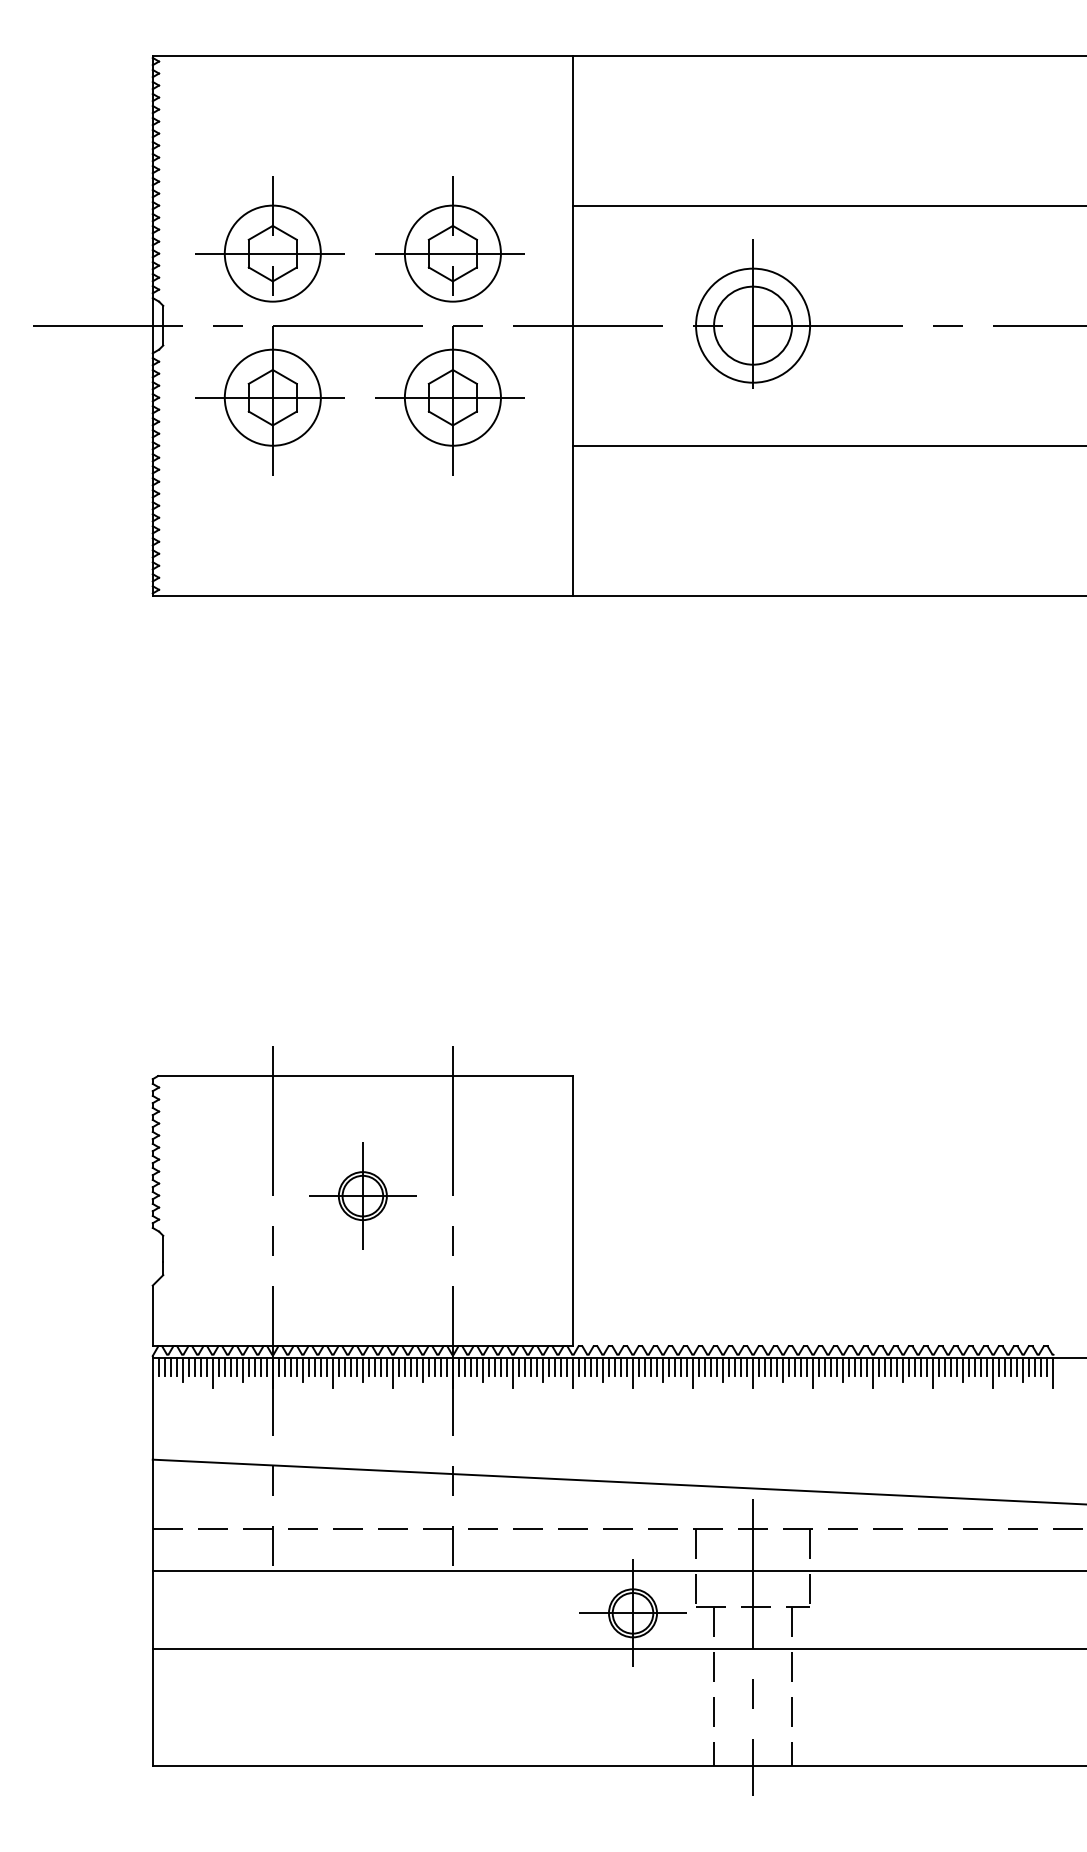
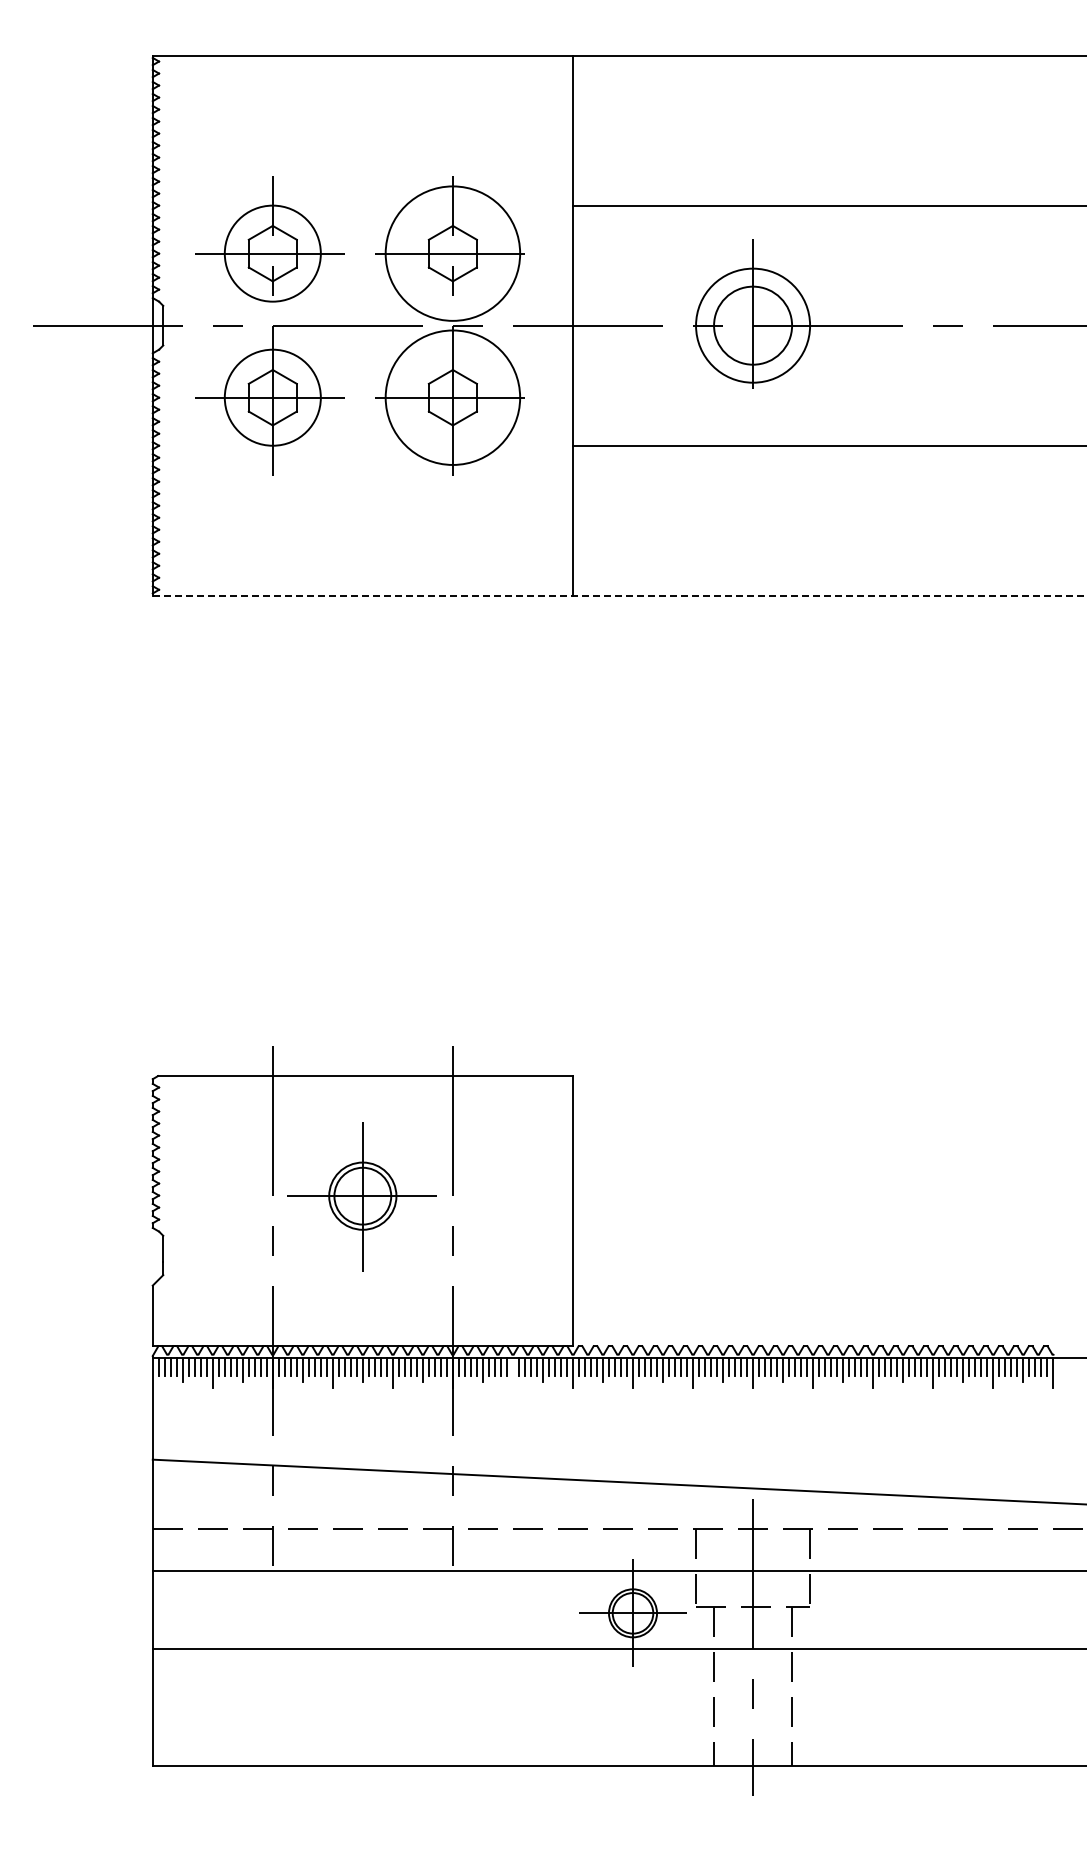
circle at (452, 253) diameter: 96 px -> 134 px
circle at (452, 397) diameter: 96 px -> 134 px
line at (619, 595): solid -> dashed
part at (362, 1195) size: 108x108 px -> 150x150 px
line at (512, 1373): present -> none
